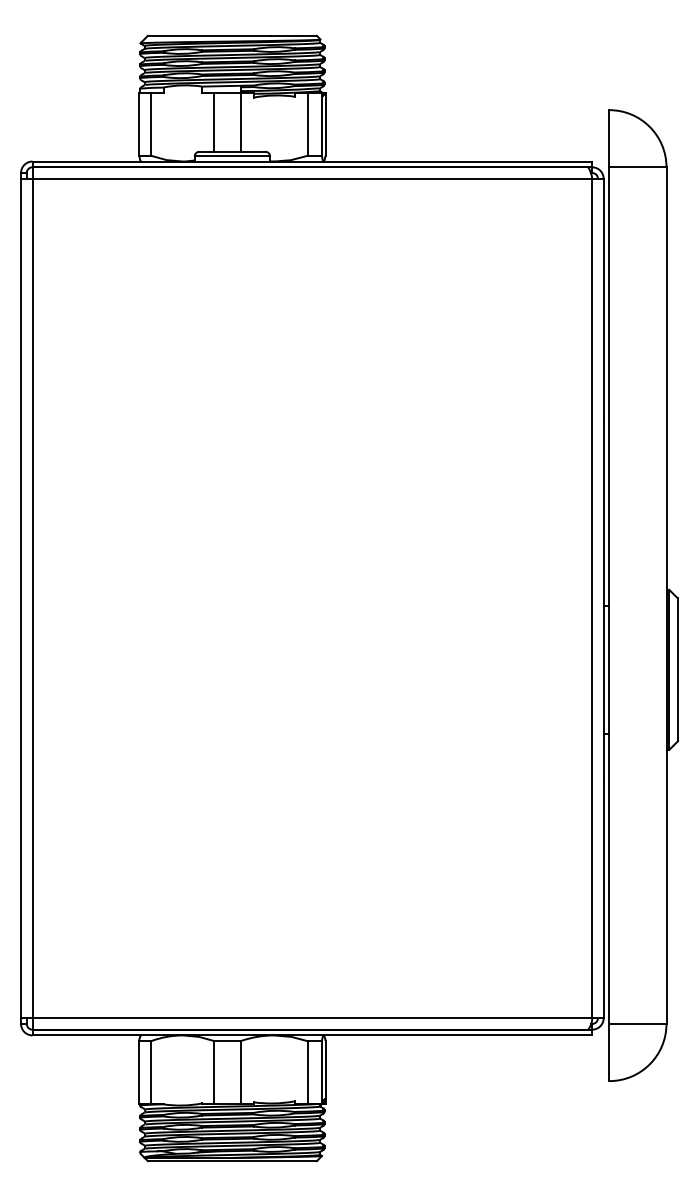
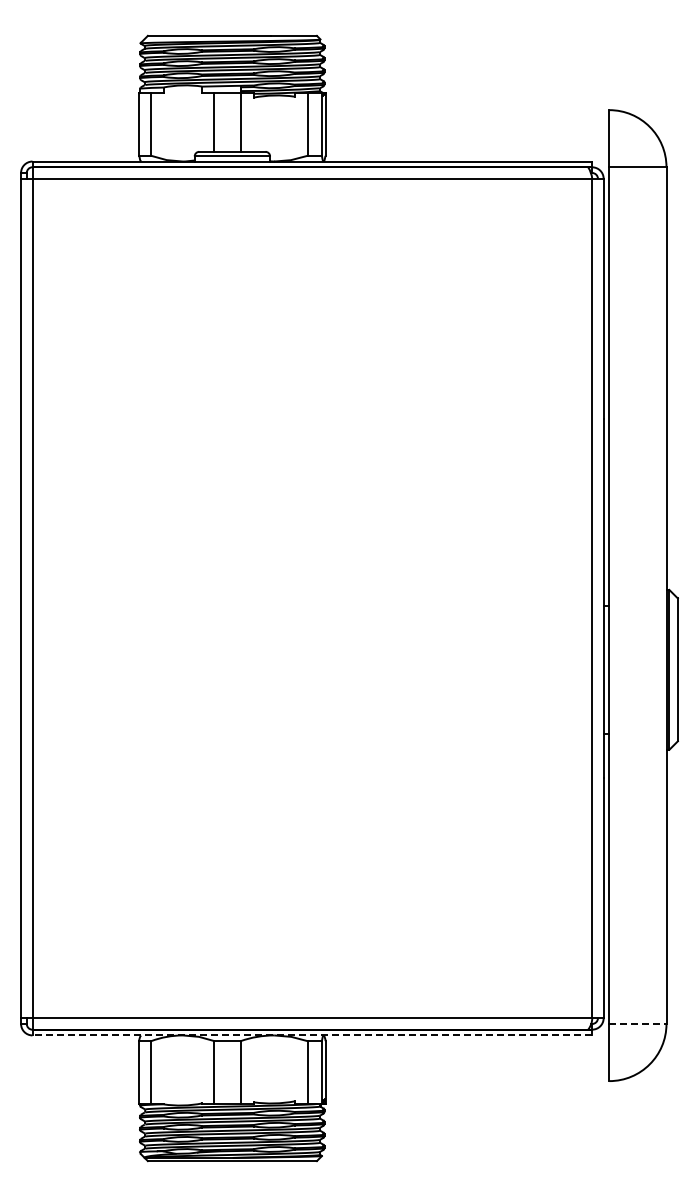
line at (637, 1024): solid -> dashed
line at (312, 1035): solid -> dashed
